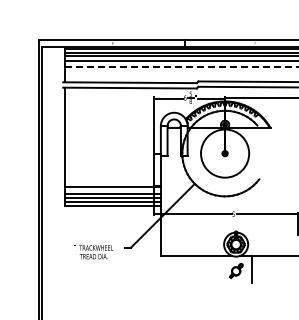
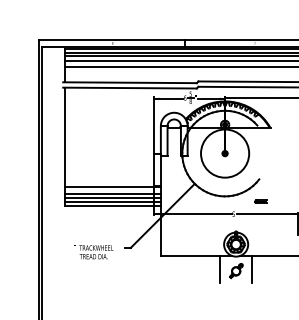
line at (181, 67): dashed -> solid
part at (260, 201): none -> present
line at (220, 268): none -> present
